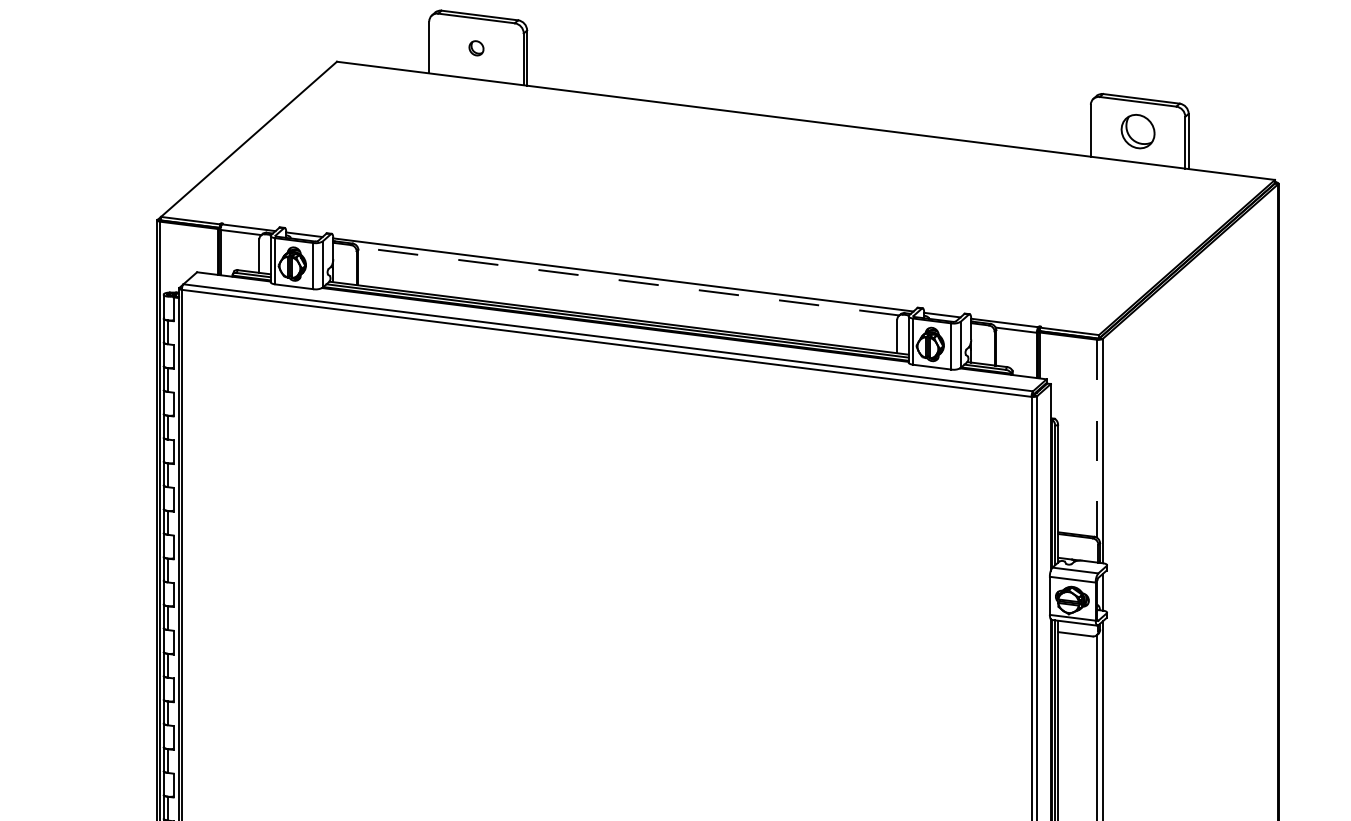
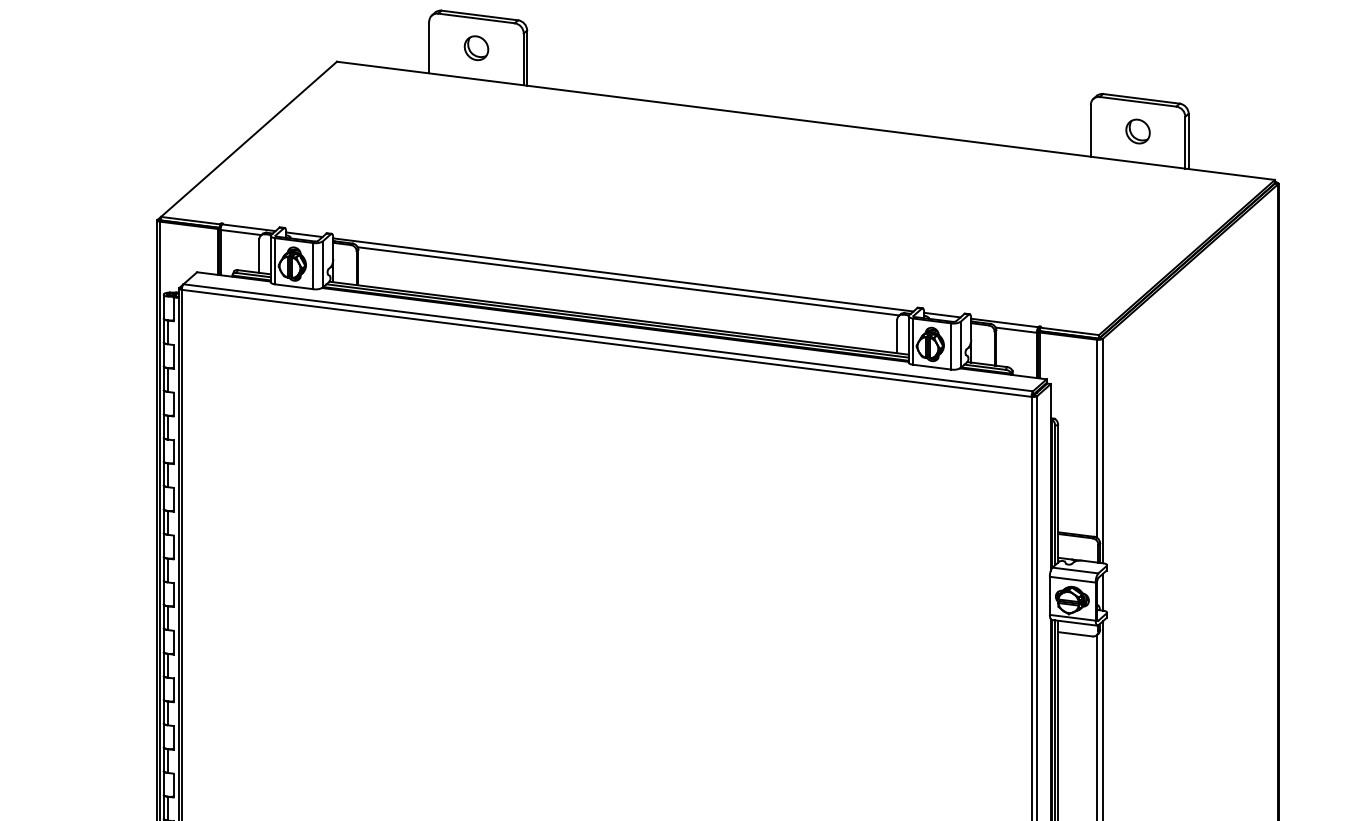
part at (476, 48) size: 17x17 px -> 27x27 px
part at (1137, 131) size: 36x36 px -> 26x27 px
line at (628, 281): dashed -> solid
line at (1097, 439): dashed -> solid
